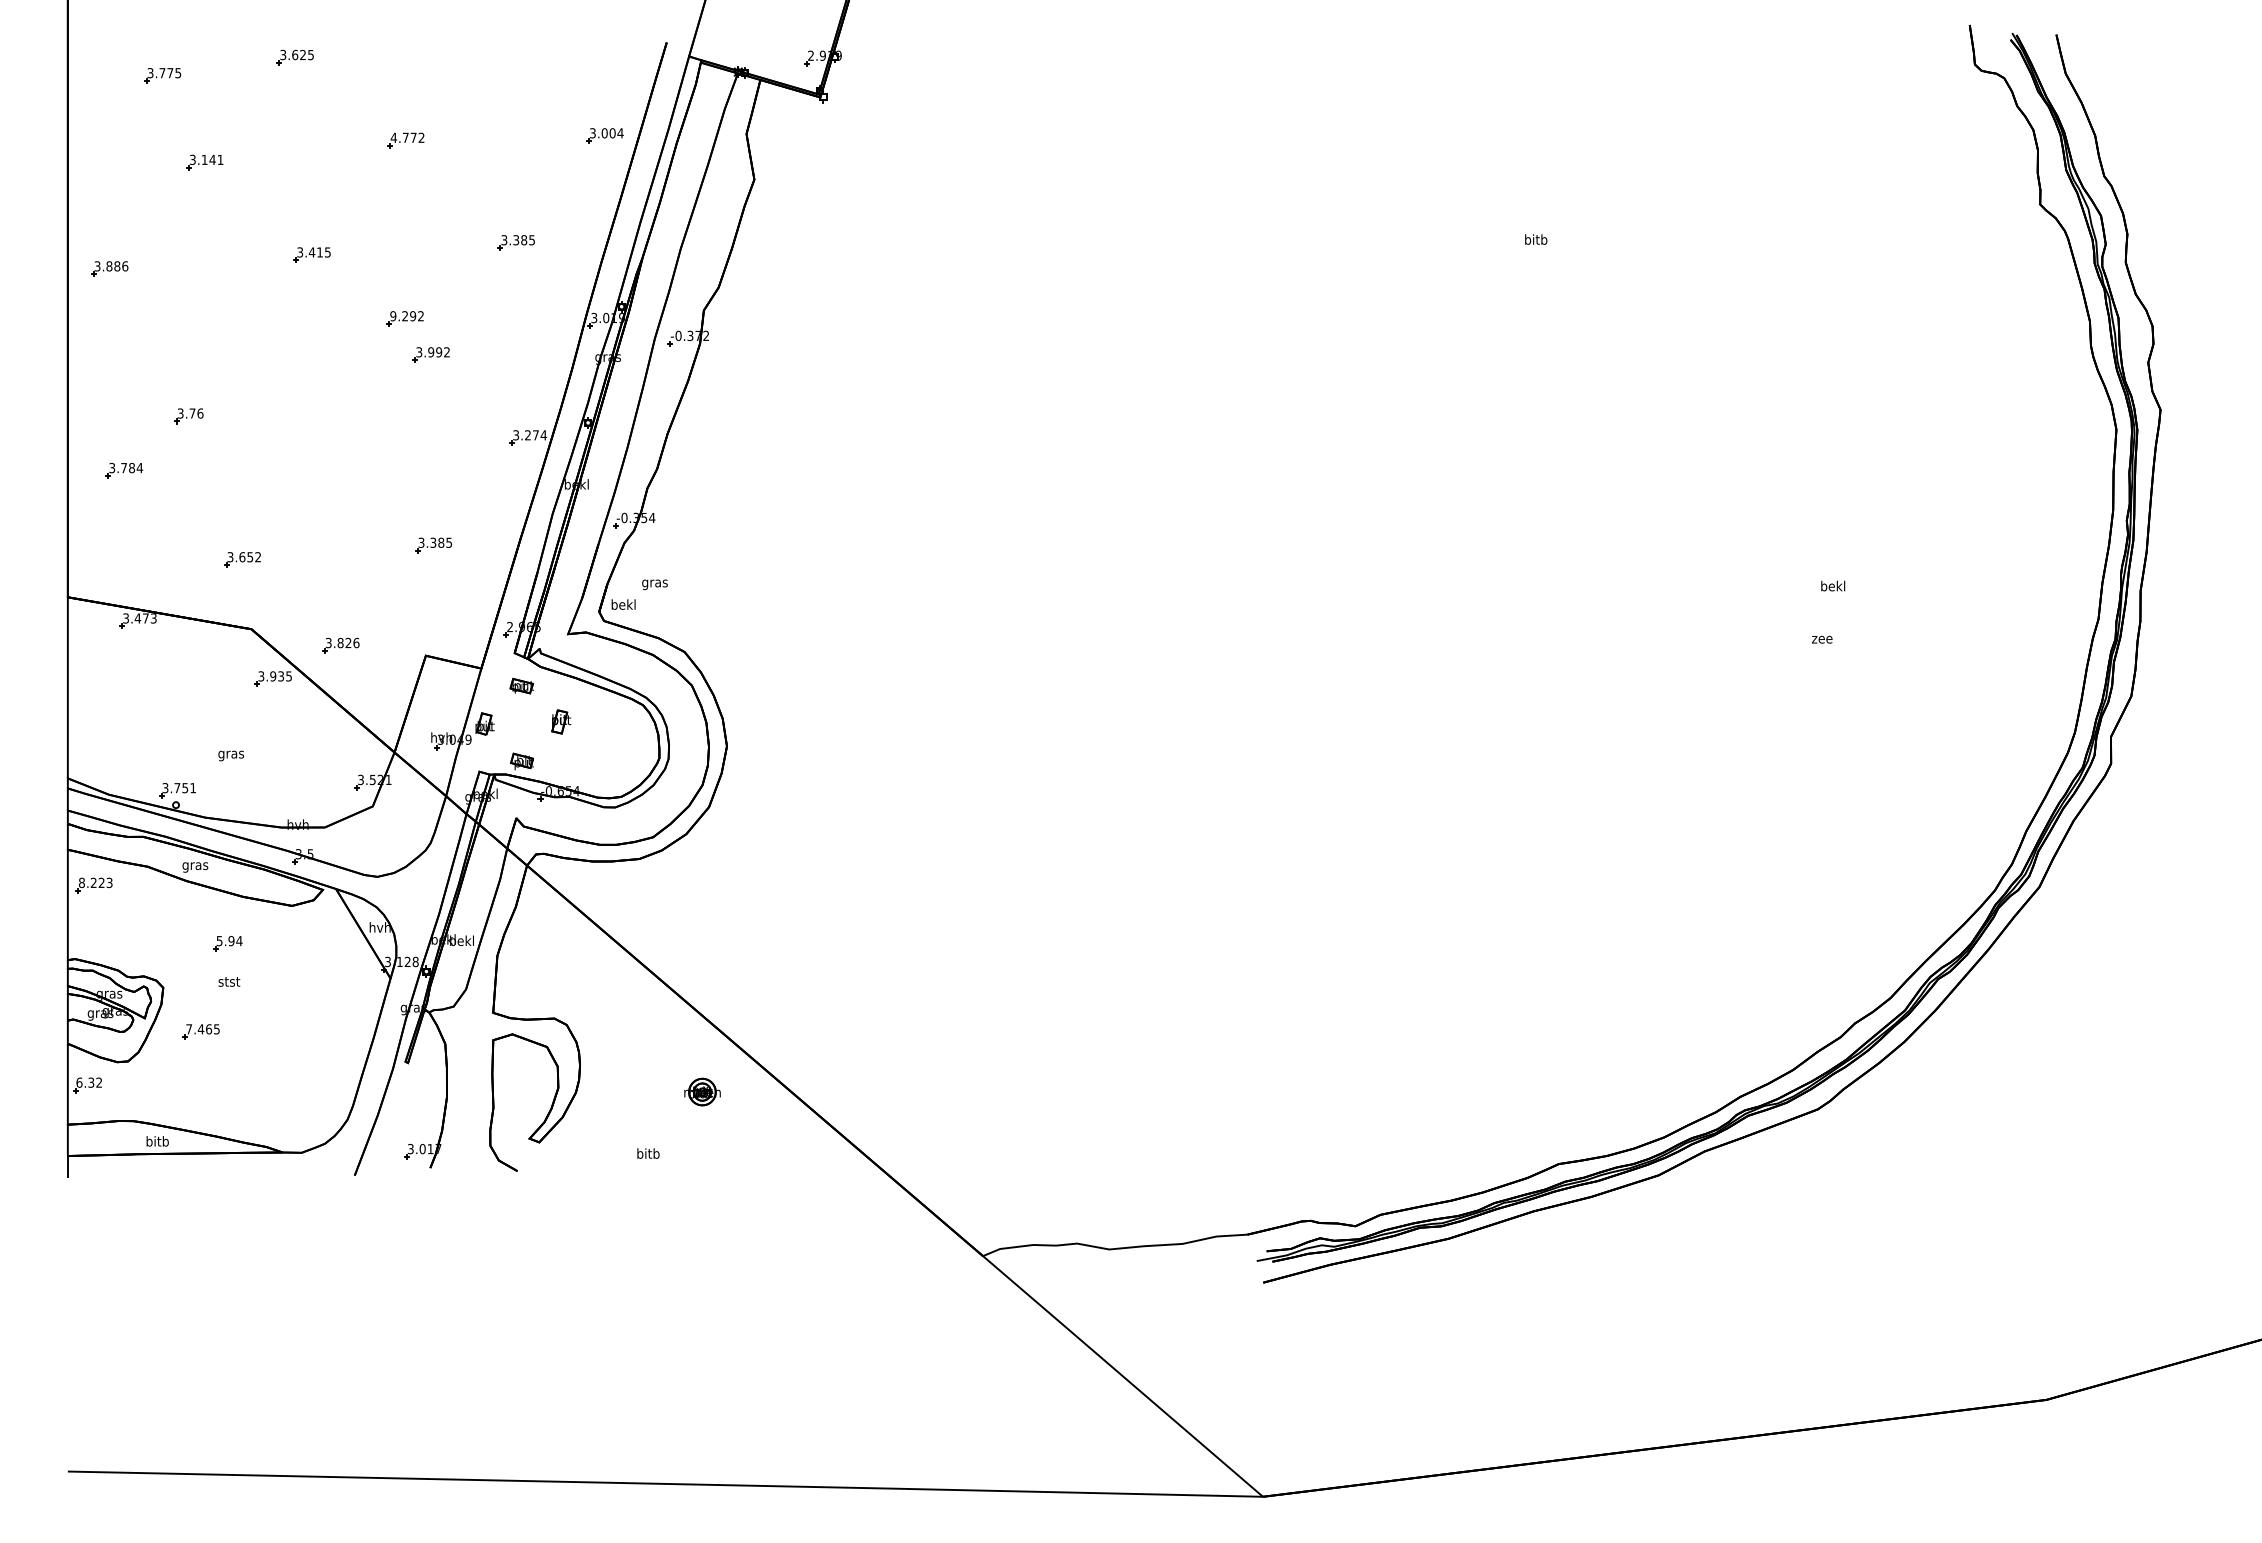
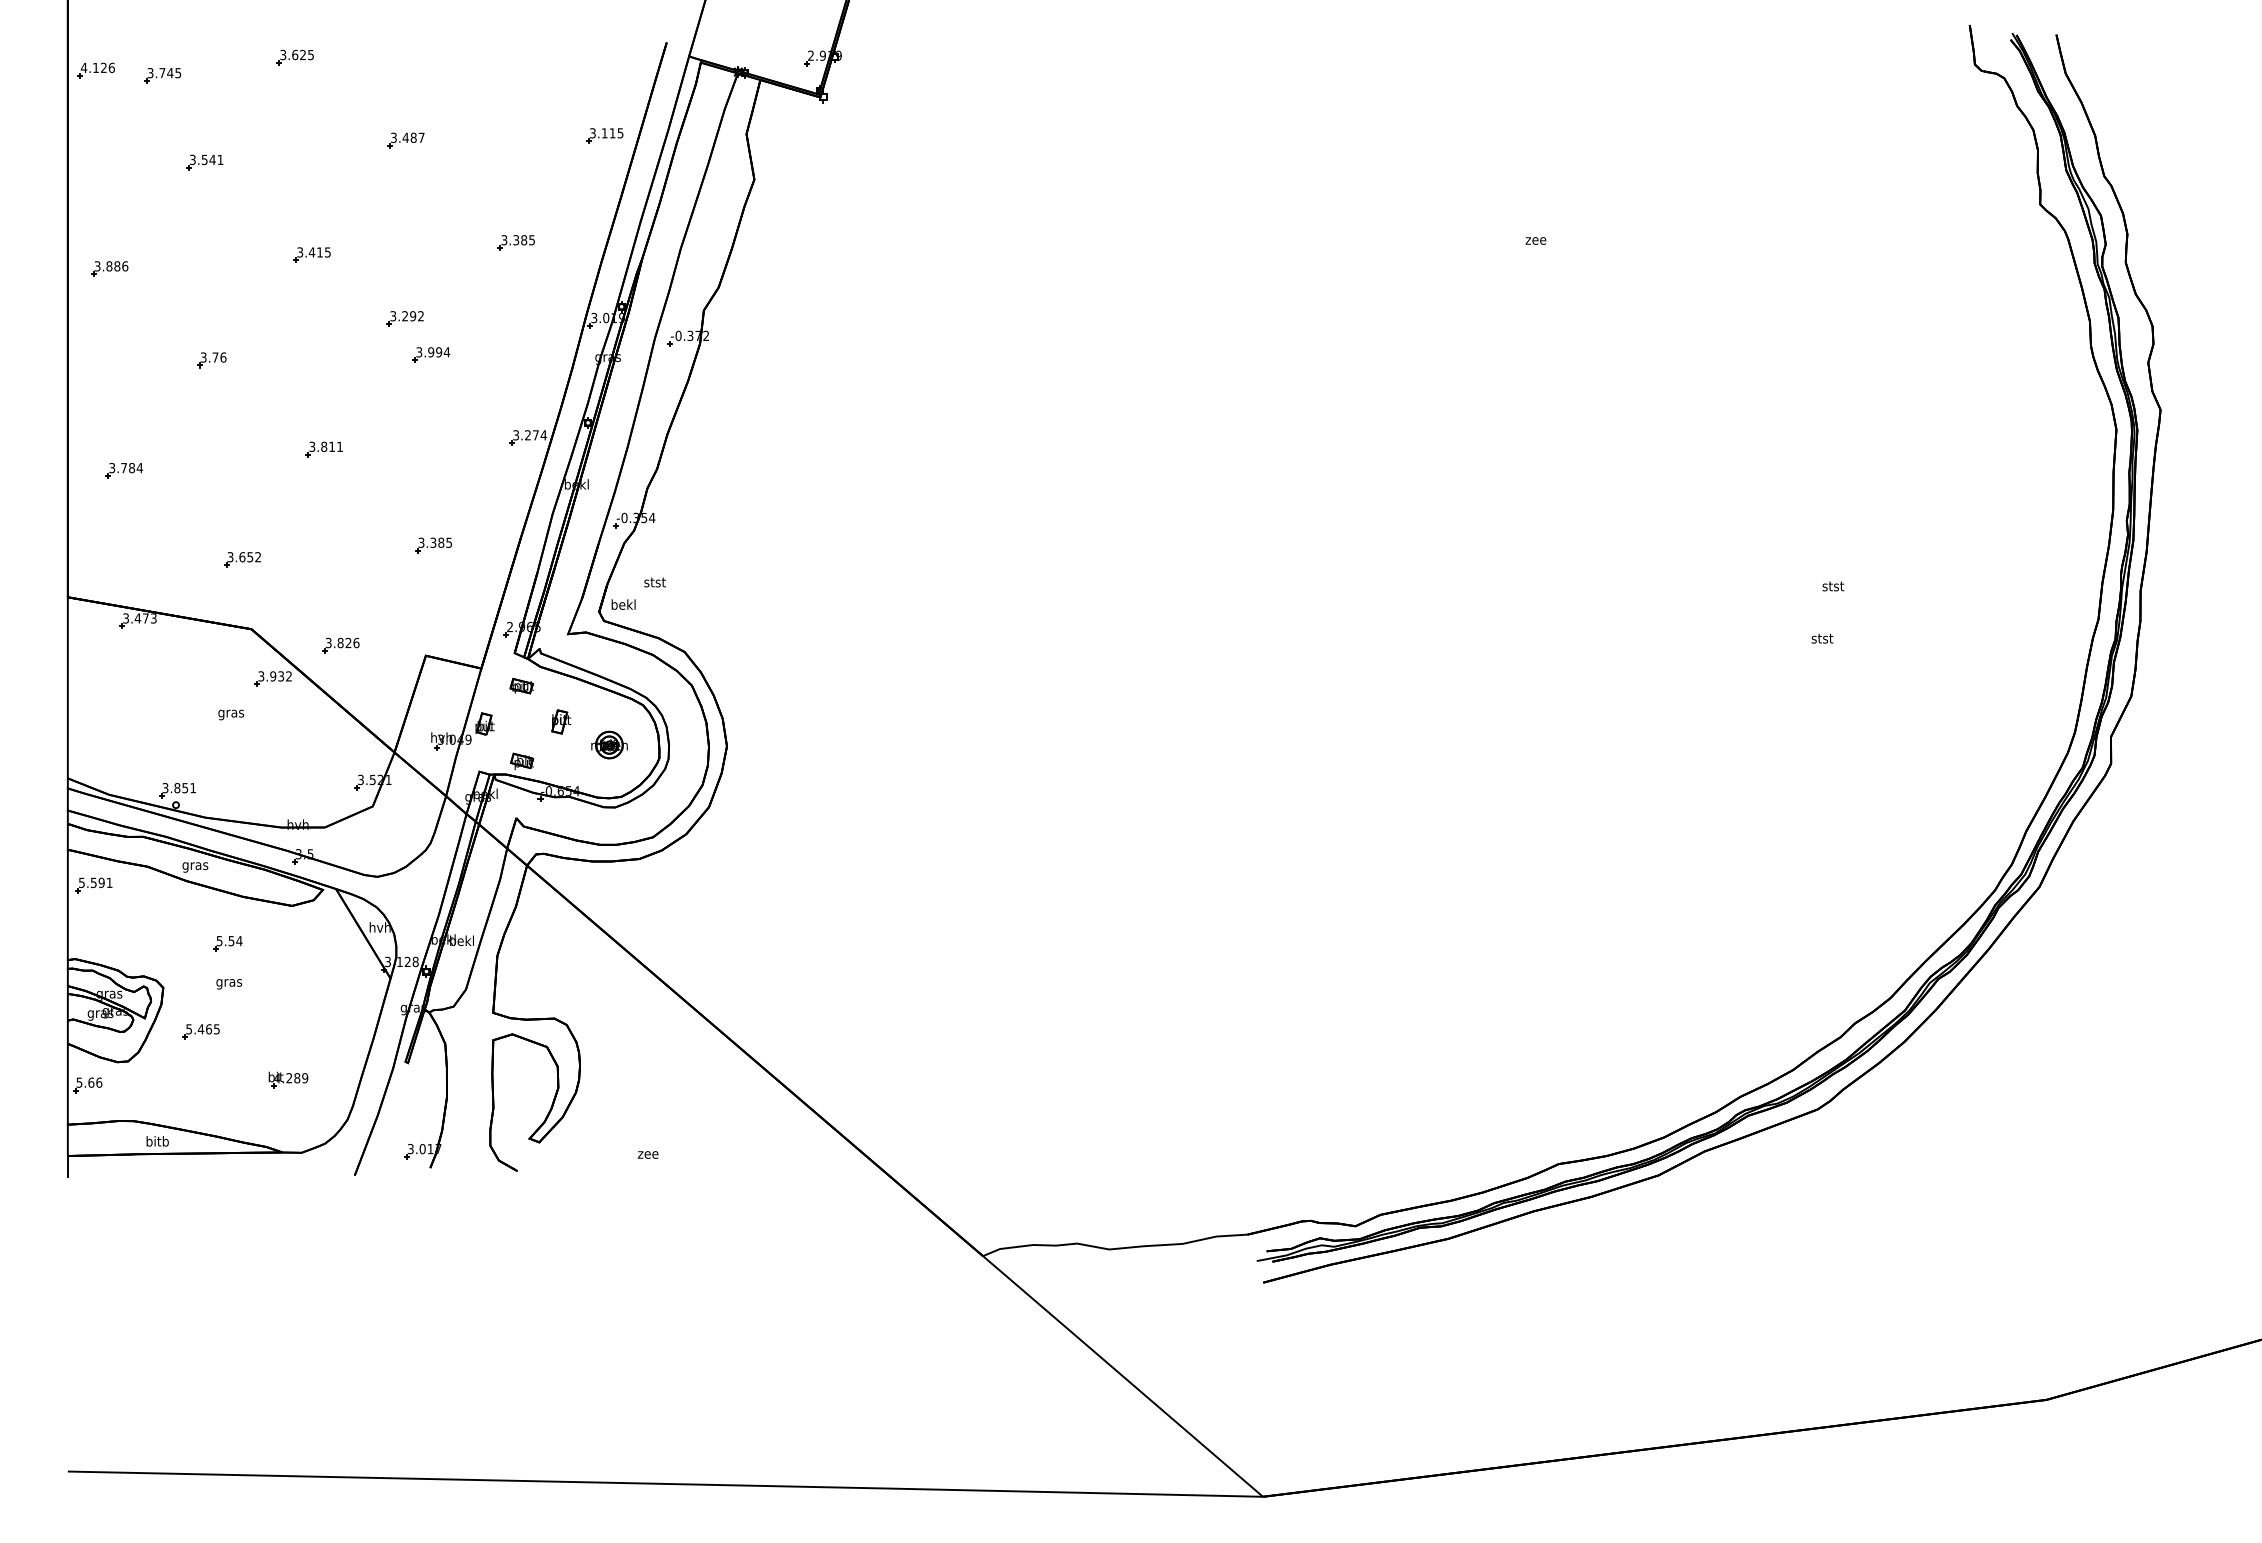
part at (95, 70): none -> present
text at (170, 73): 3.775 -> 3.745
text at (612, 133): 3.004 -> 3.115
text at (407, 137): 4.772 -> 3.487
text at (204, 159): 3.141 -> 3.541
text at (1536, 239): bitb -> zee
text at (393, 316): 9.292 -> 3.292
text at (446, 352): 3.992 -> 3.994
part at (188, 416) position: (188, 416) -> (211, 360)
part at (323, 449): none -> present
text at (654, 583): gras -> stst
text at (1833, 585): bekl -> stst
text at (1822, 638): zee -> stst
text at (288, 676): 3.935 -> 3.932
text at (231, 755) position: (231, 755) -> (231, 714)
text at (177, 788): 3.751 -> 3.851
text at (95, 882): 8.223 -> 5.591
text at (231, 940): 5.94 -> 5.54
text at (229, 983): stst -> gras
text at (188, 1029): 7.465 -> 5.465
part at (288, 1079): none -> present
text at (89, 1082): 6.32 -> 5.66
part at (702, 1091) position: (702, 1091) -> (609, 744)
text at (648, 1153): bitb -> zee
